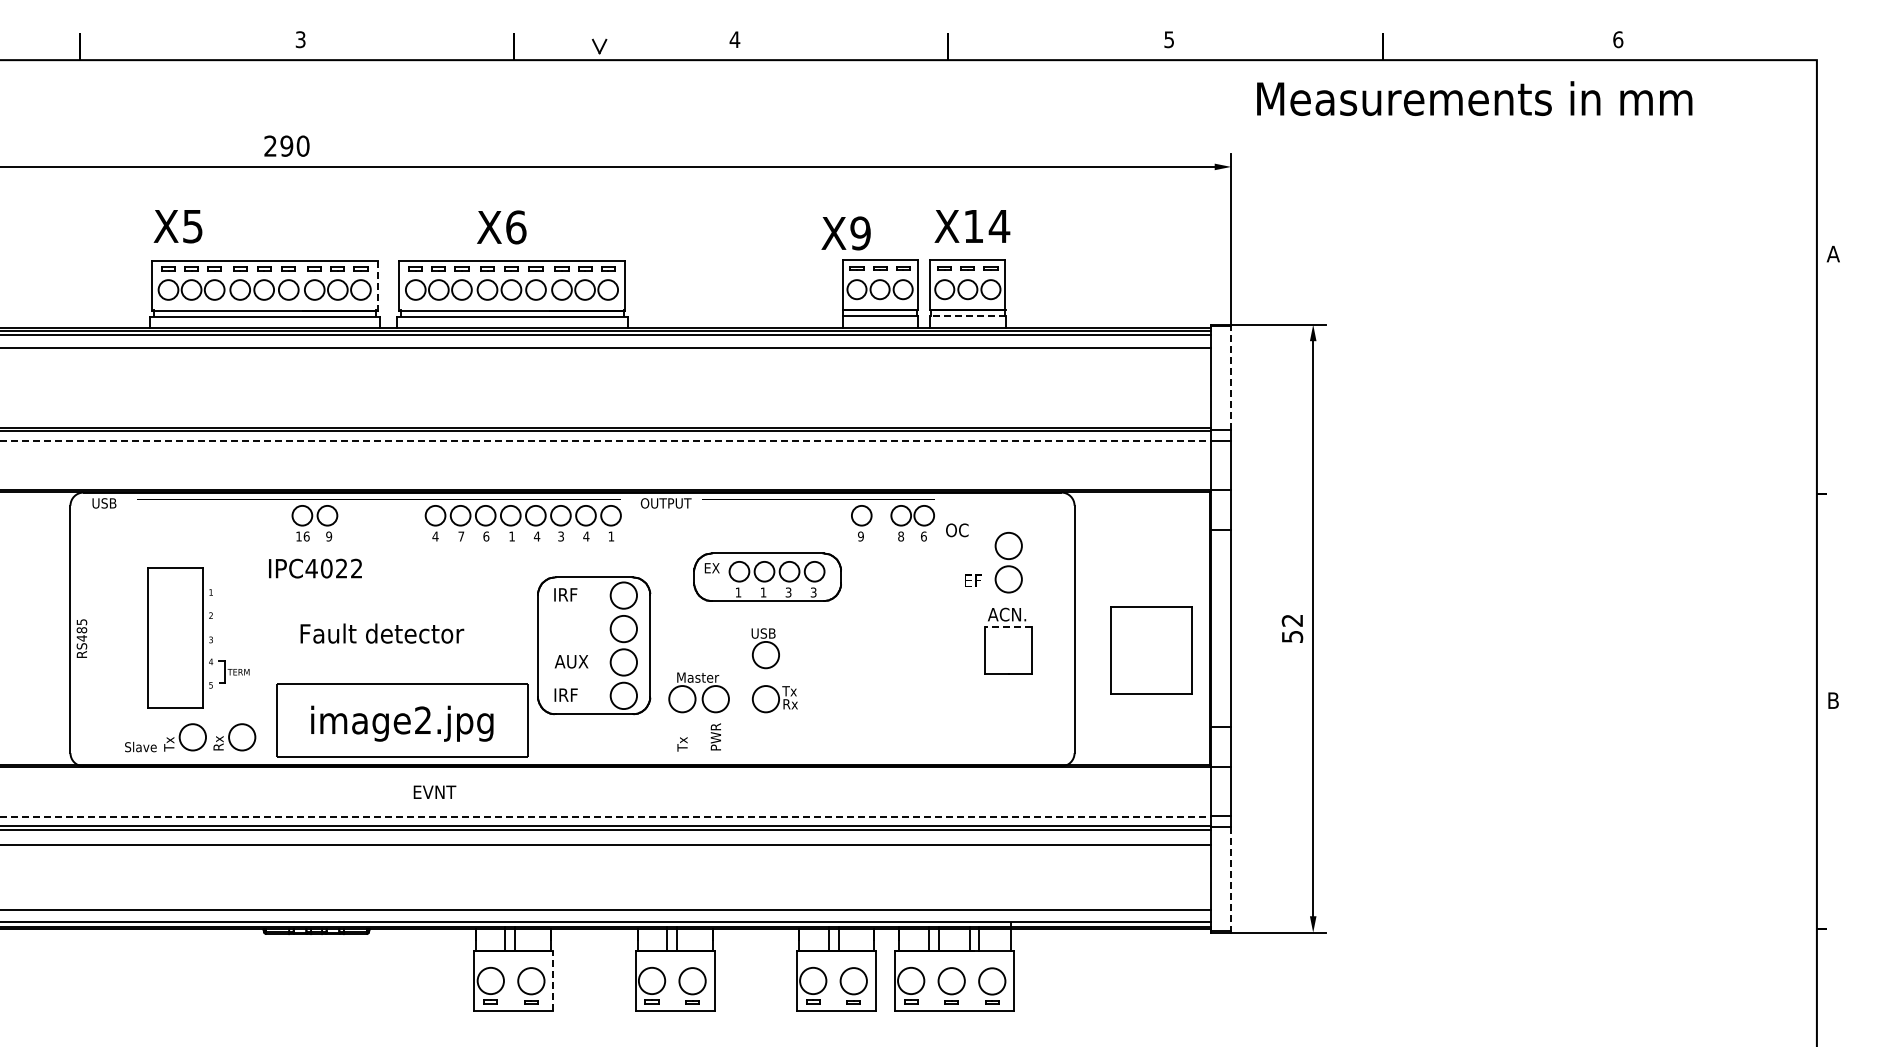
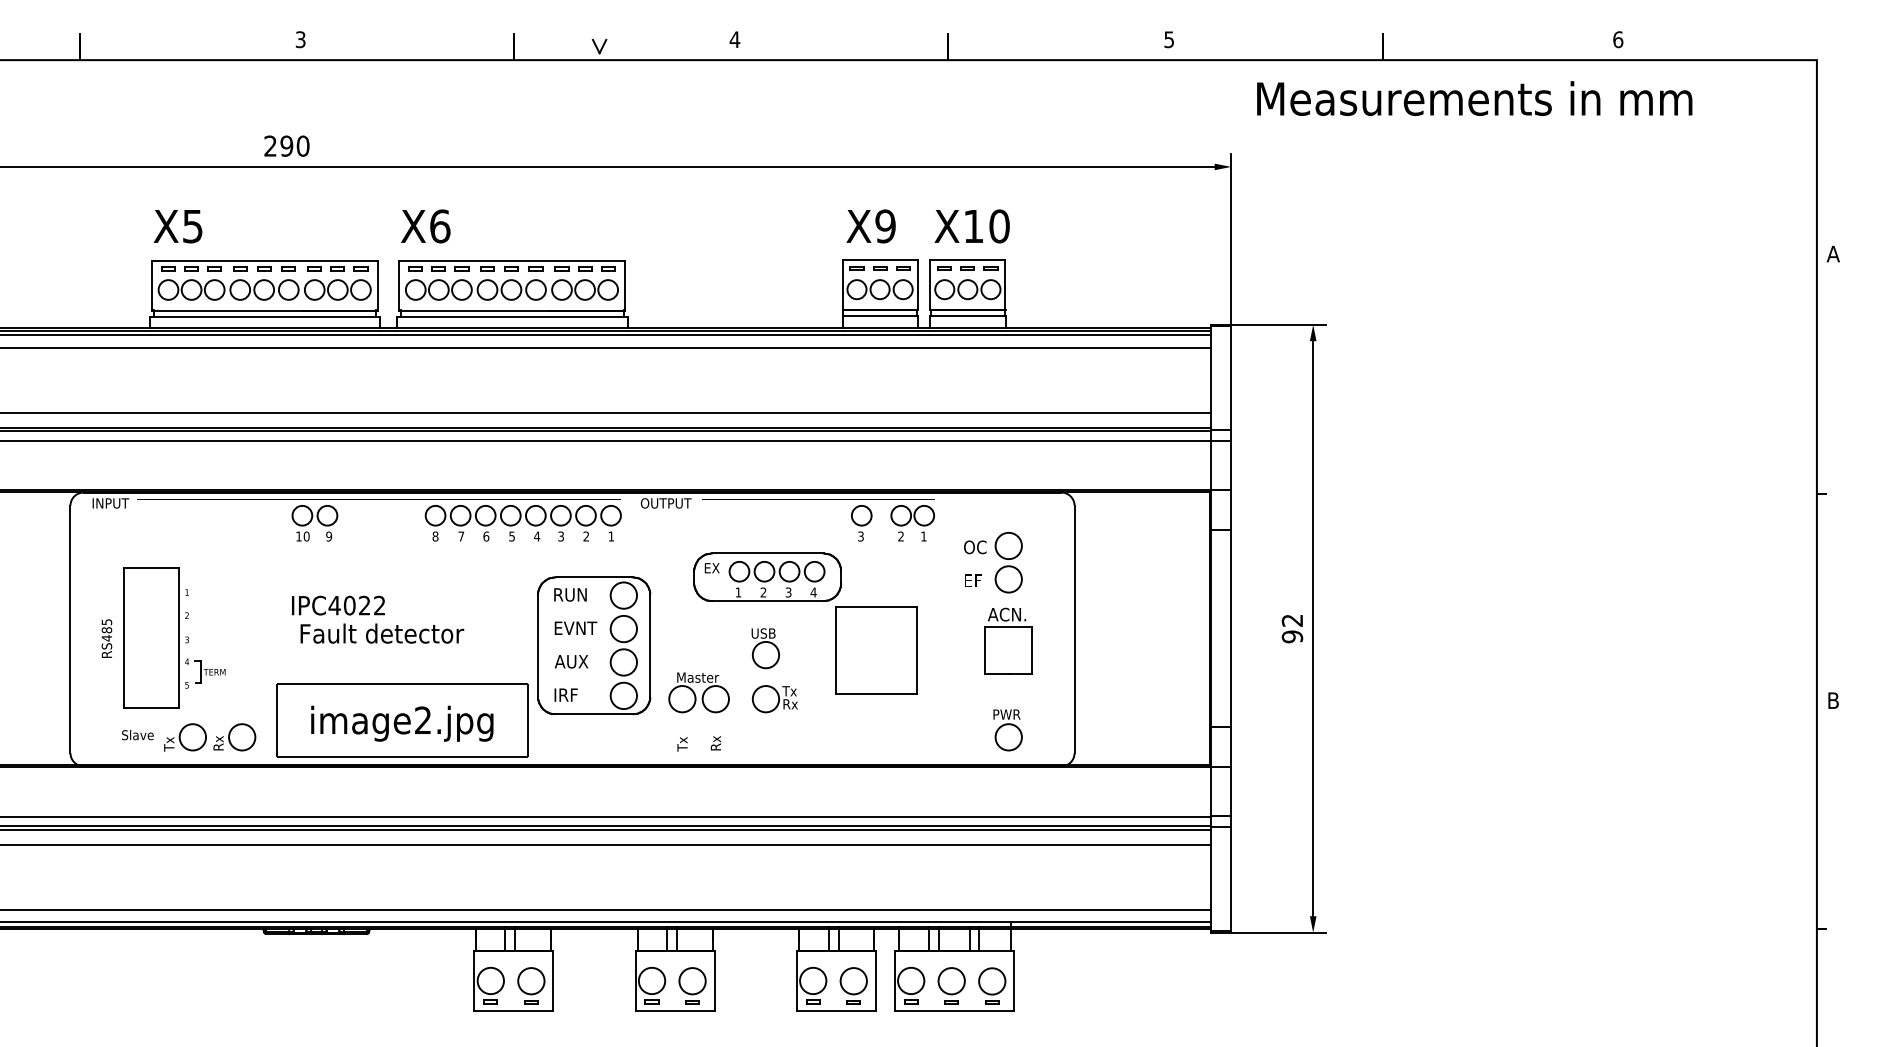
text at (999, 226): X14 -> X10
text at (501, 227) position: (501, 227) -> (425, 226)
text at (845, 233) position: (845, 233) -> (870, 226)
line at (377, 286): dashed -> solid
line at (967, 316): dashed -> solid
line at (1231, 378): dashed -> solid
line at (606, 412): none -> present
line at (606, 440): dashed -> solid
text at (110, 503): USB -> INPUT
text at (957, 530) position: (957, 530) -> (975, 547)
text at (306, 536): 16 -> 10
text at (435, 536): 4 -> 8
text at (511, 536): 1 -> 5
text at (586, 536): 4 -> 2
text at (860, 536): 9 -> 3
text at (901, 536): 8 -> 2
text at (923, 536): 6 -> 1
text at (315, 568) position: (315, 568) -> (338, 605)
text at (763, 592): 1 -> 2
text at (813, 592): 3 -> 4
text at (570, 594): IRF -> RUN
line at (1008, 626): dashed -> solid
text at (1291, 636): 52 -> 92
part at (198, 637) position: (198, 637) -> (174, 637)
text at (81, 638) position: (81, 638) -> (106, 638)
part at (1151, 650) position: (1151, 650) -> (876, 650)
part at (1007, 730): none -> present
text at (715, 735): PWR -> Rx
text at (140, 746) position: (140, 746) -> (137, 734)
text at (434, 791) position: (434, 791) -> (575, 627)
line at (606, 816): dashed -> solid
line at (1231, 879): dashed -> solid
line at (553, 980): dashed -> solid
